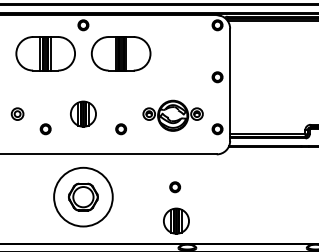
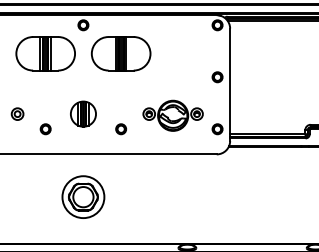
part at (175, 187): present -> none
circle at (83, 196) diameter: 59 px -> 42 px
part at (176, 220): present -> none
